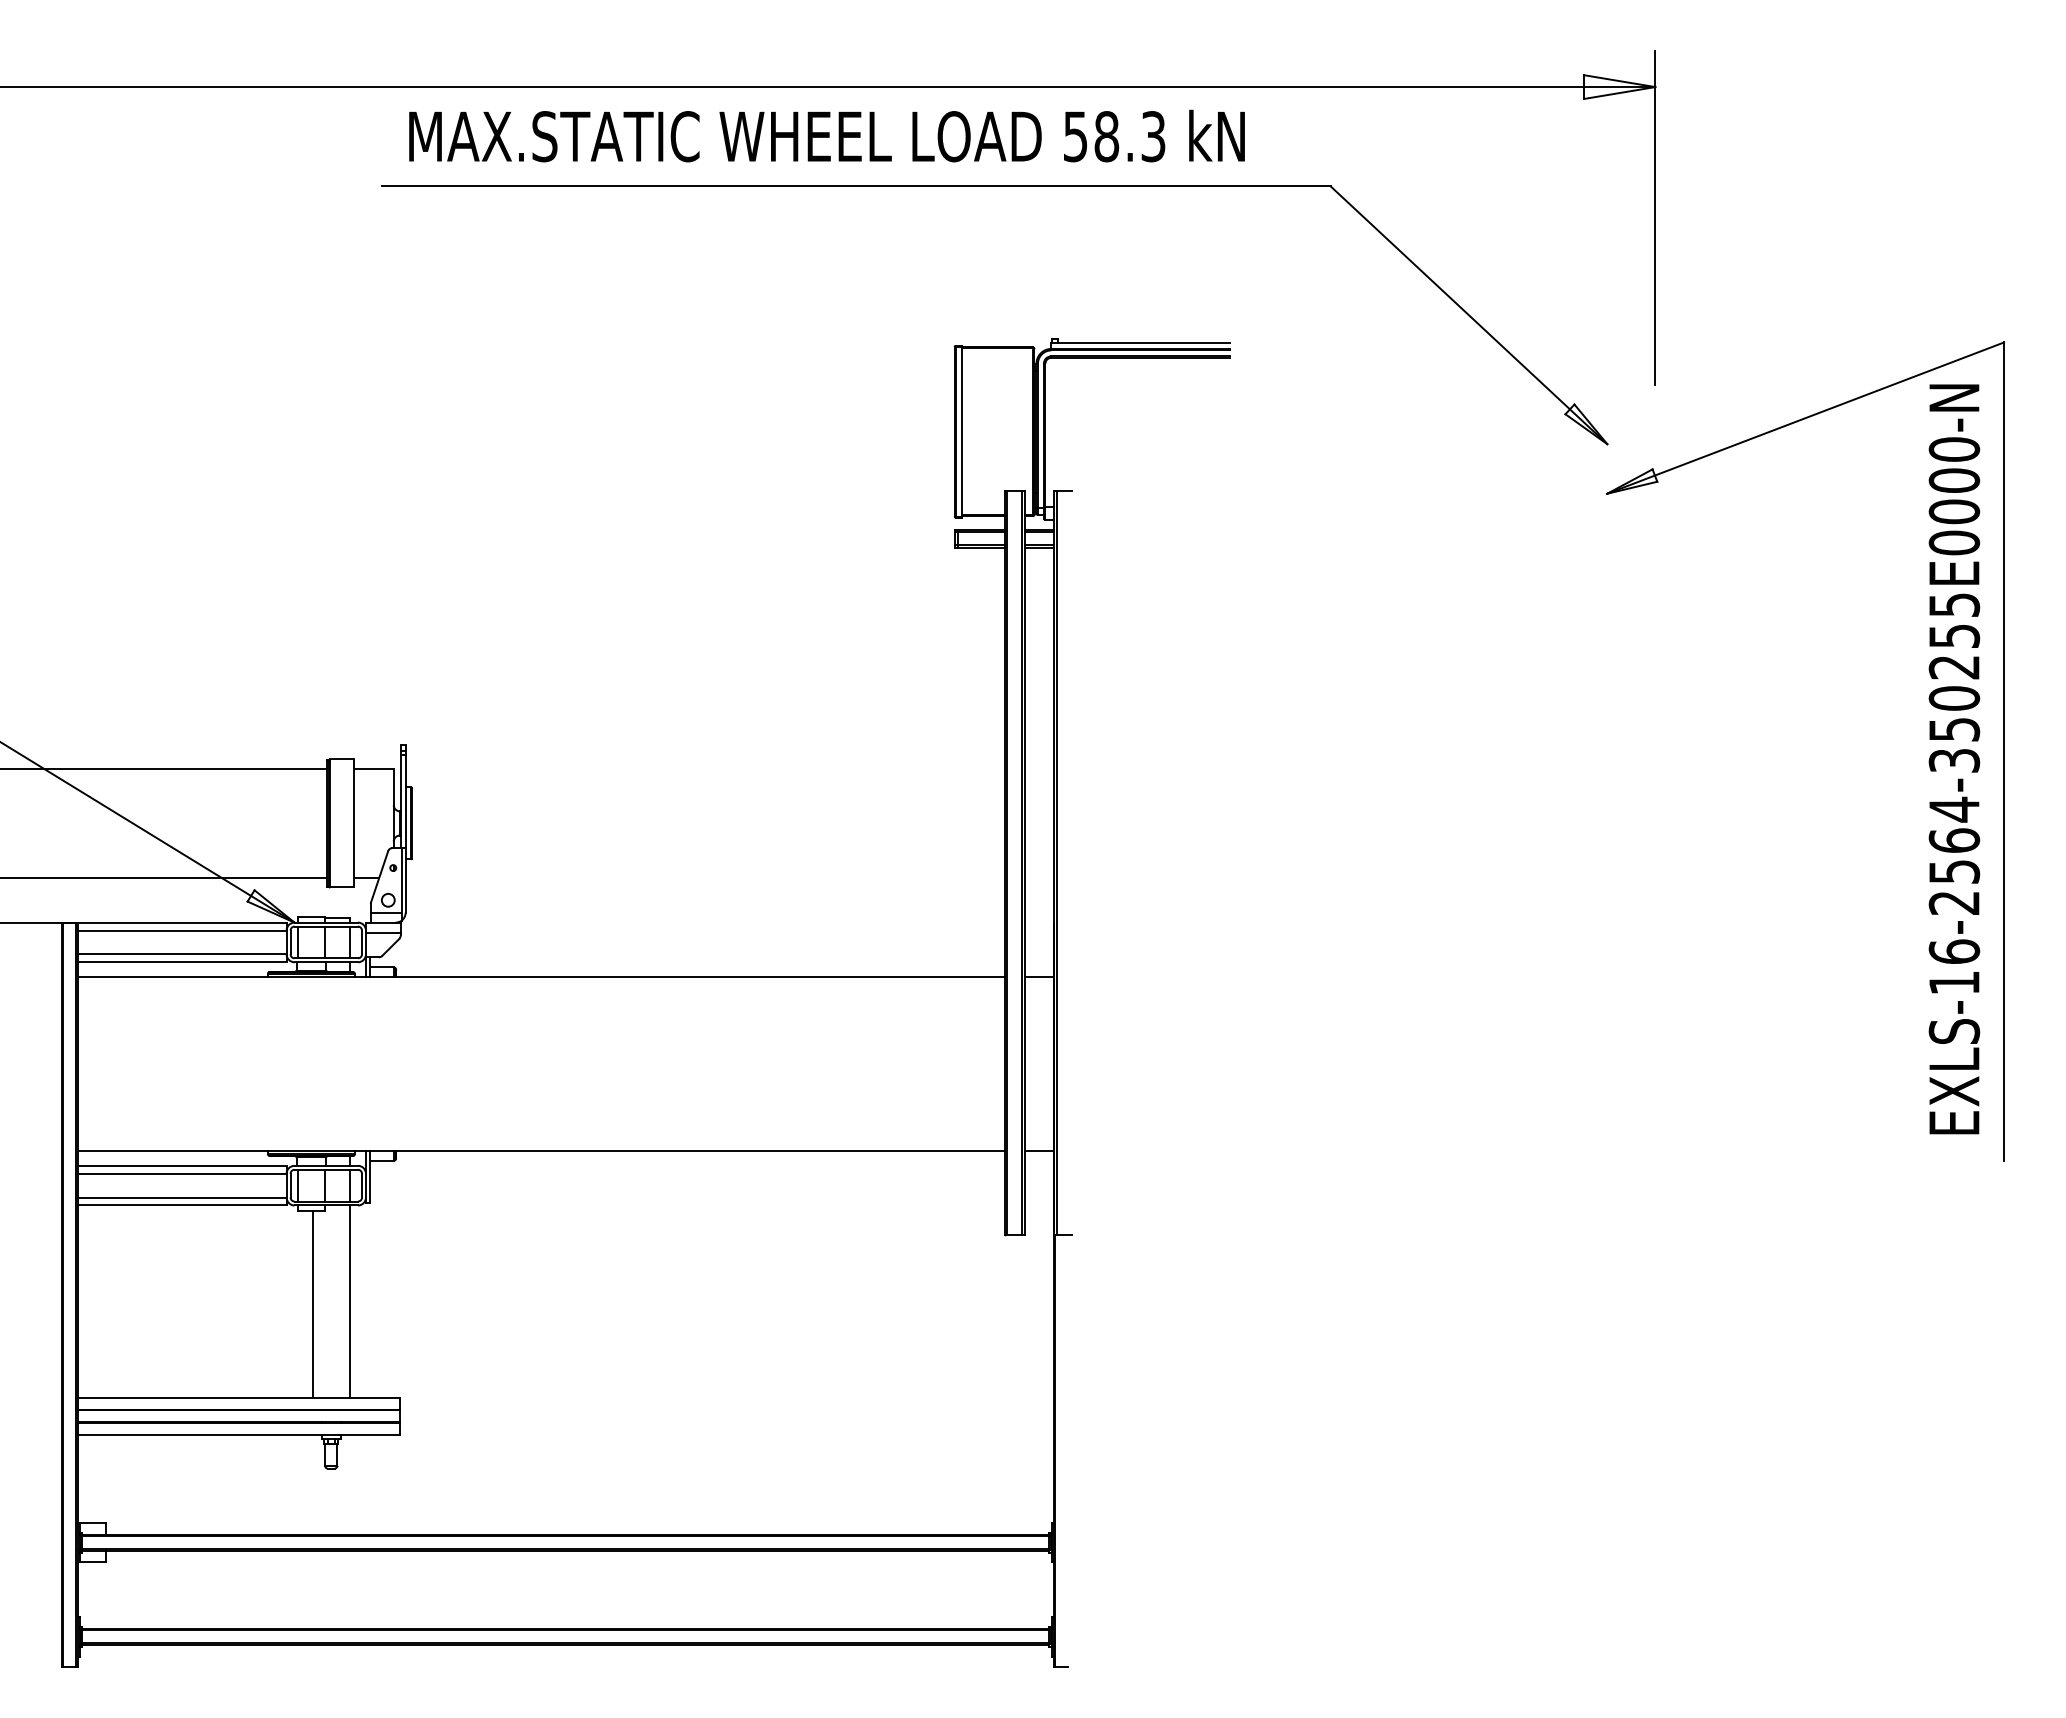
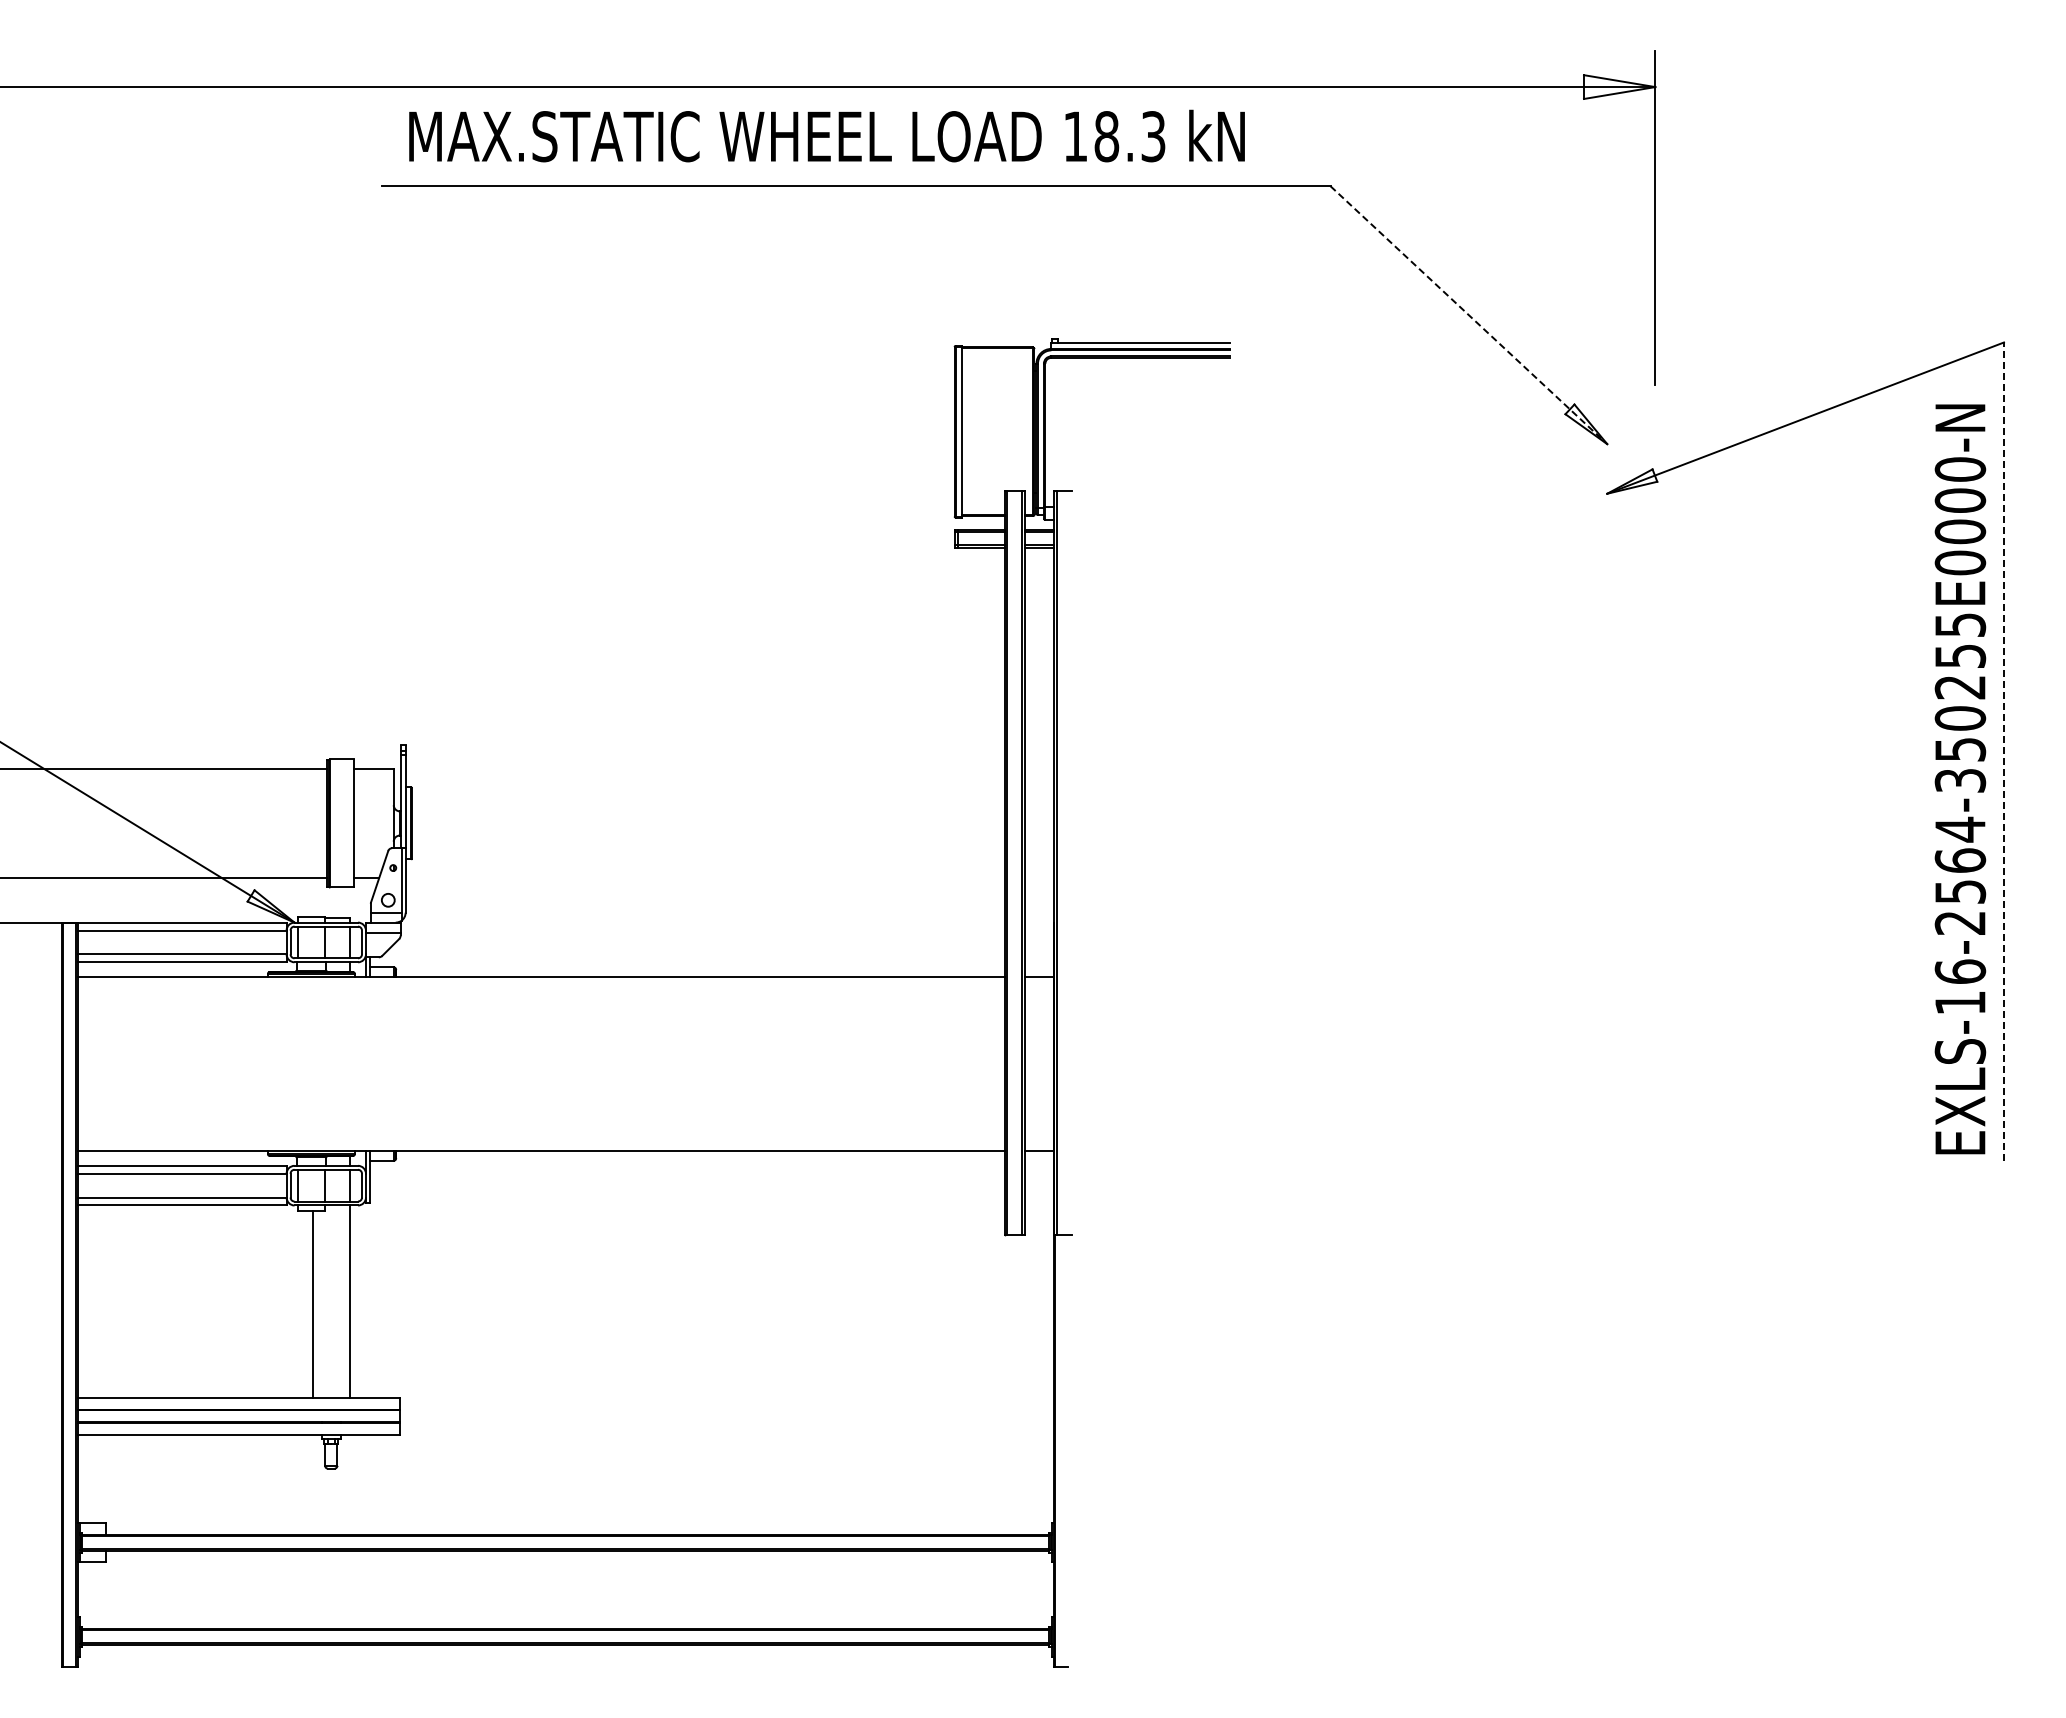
text at (1075, 136): 58.3 -> 18.3
line at (1469, 315): solid -> dashed
line at (2004, 751): solid -> dashed
text at (1954, 759) position: (1954, 759) -> (1960, 779)
